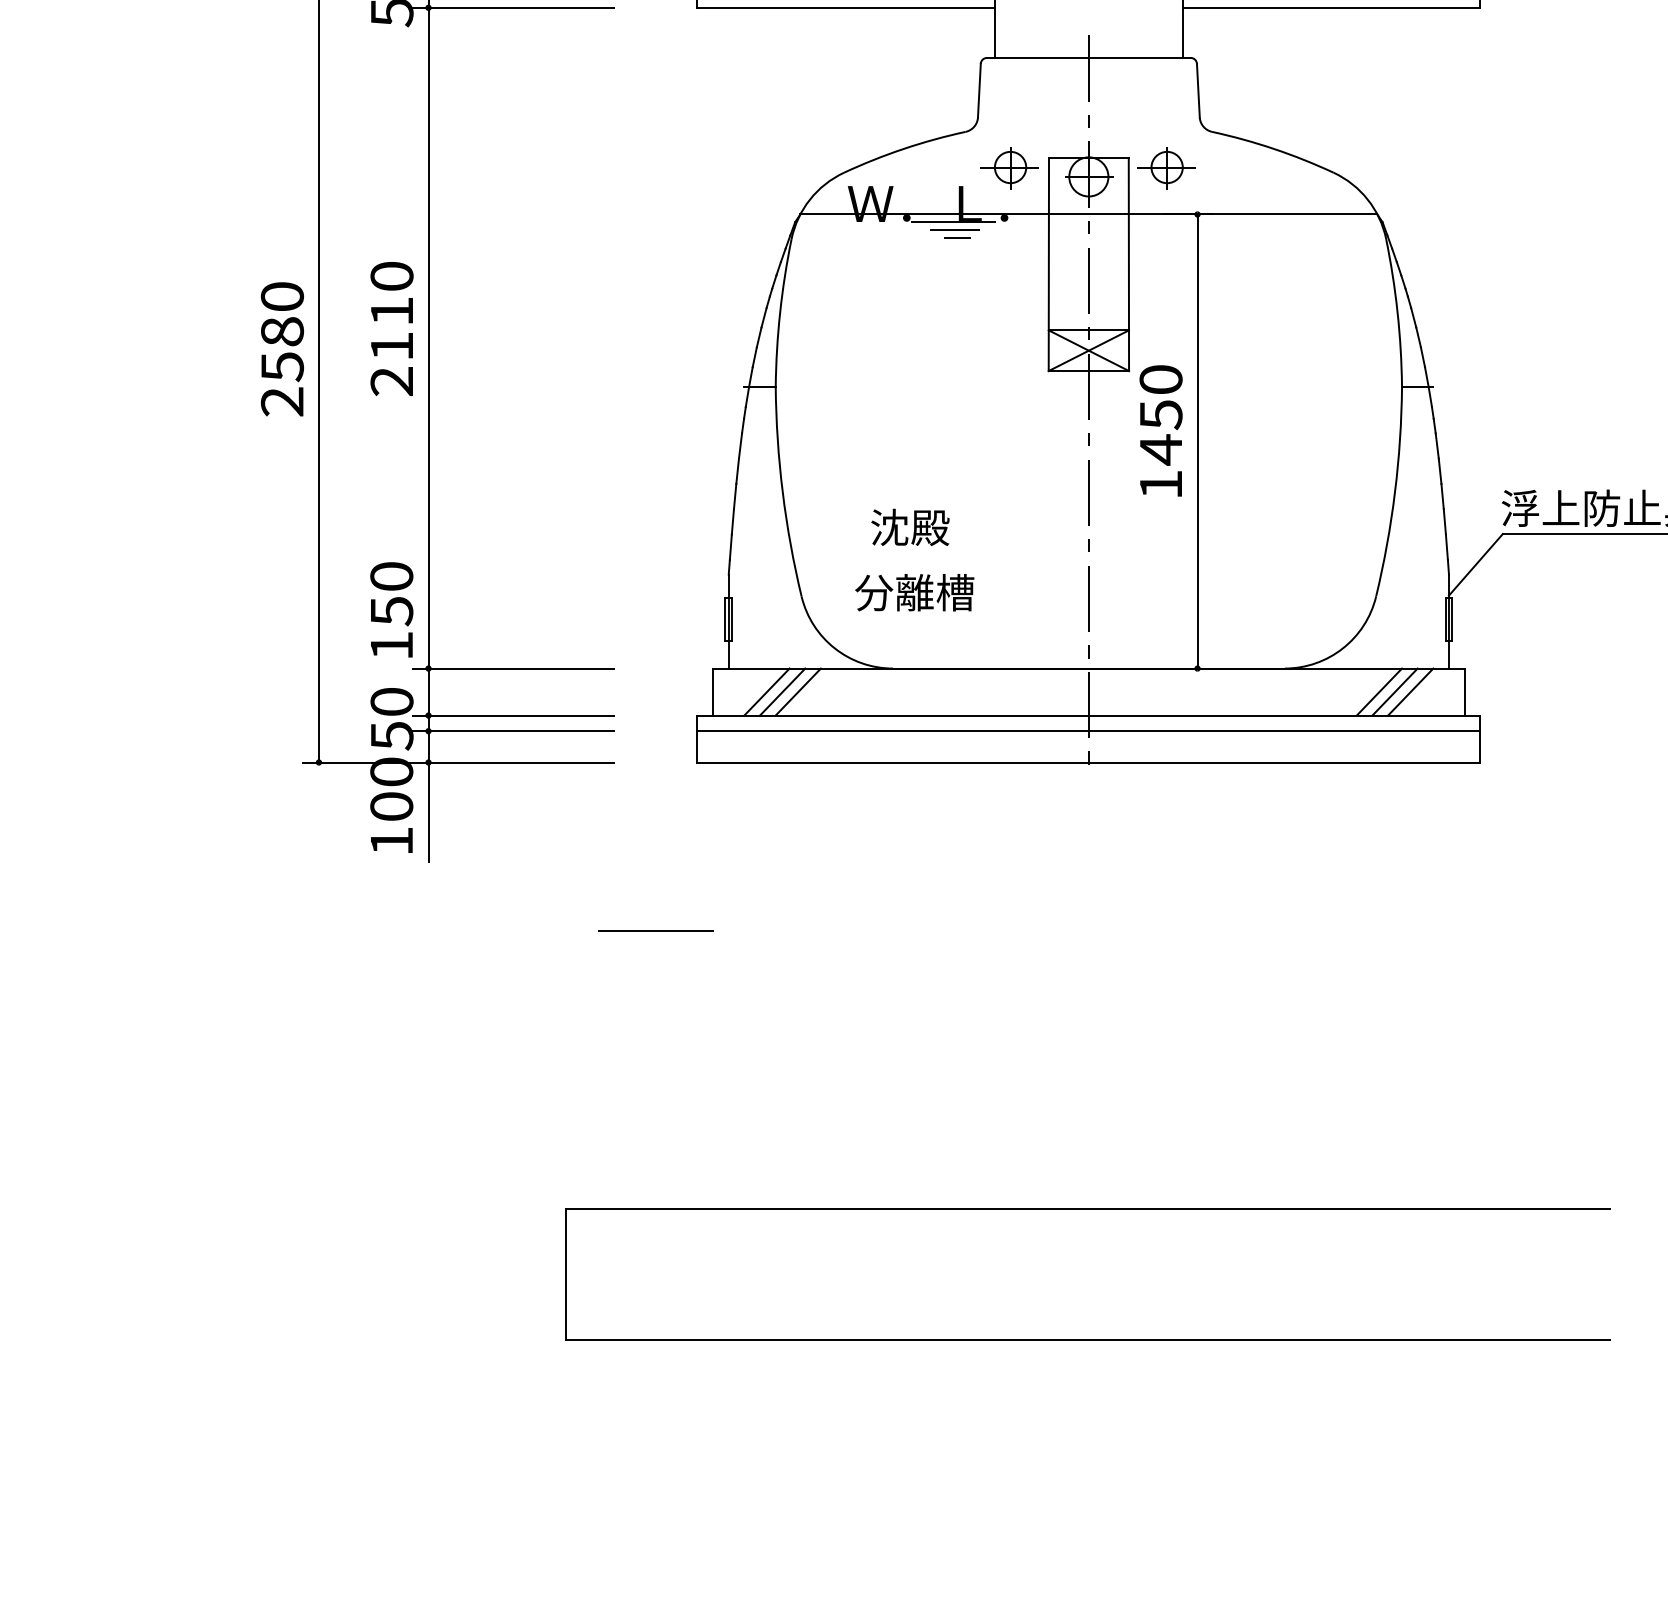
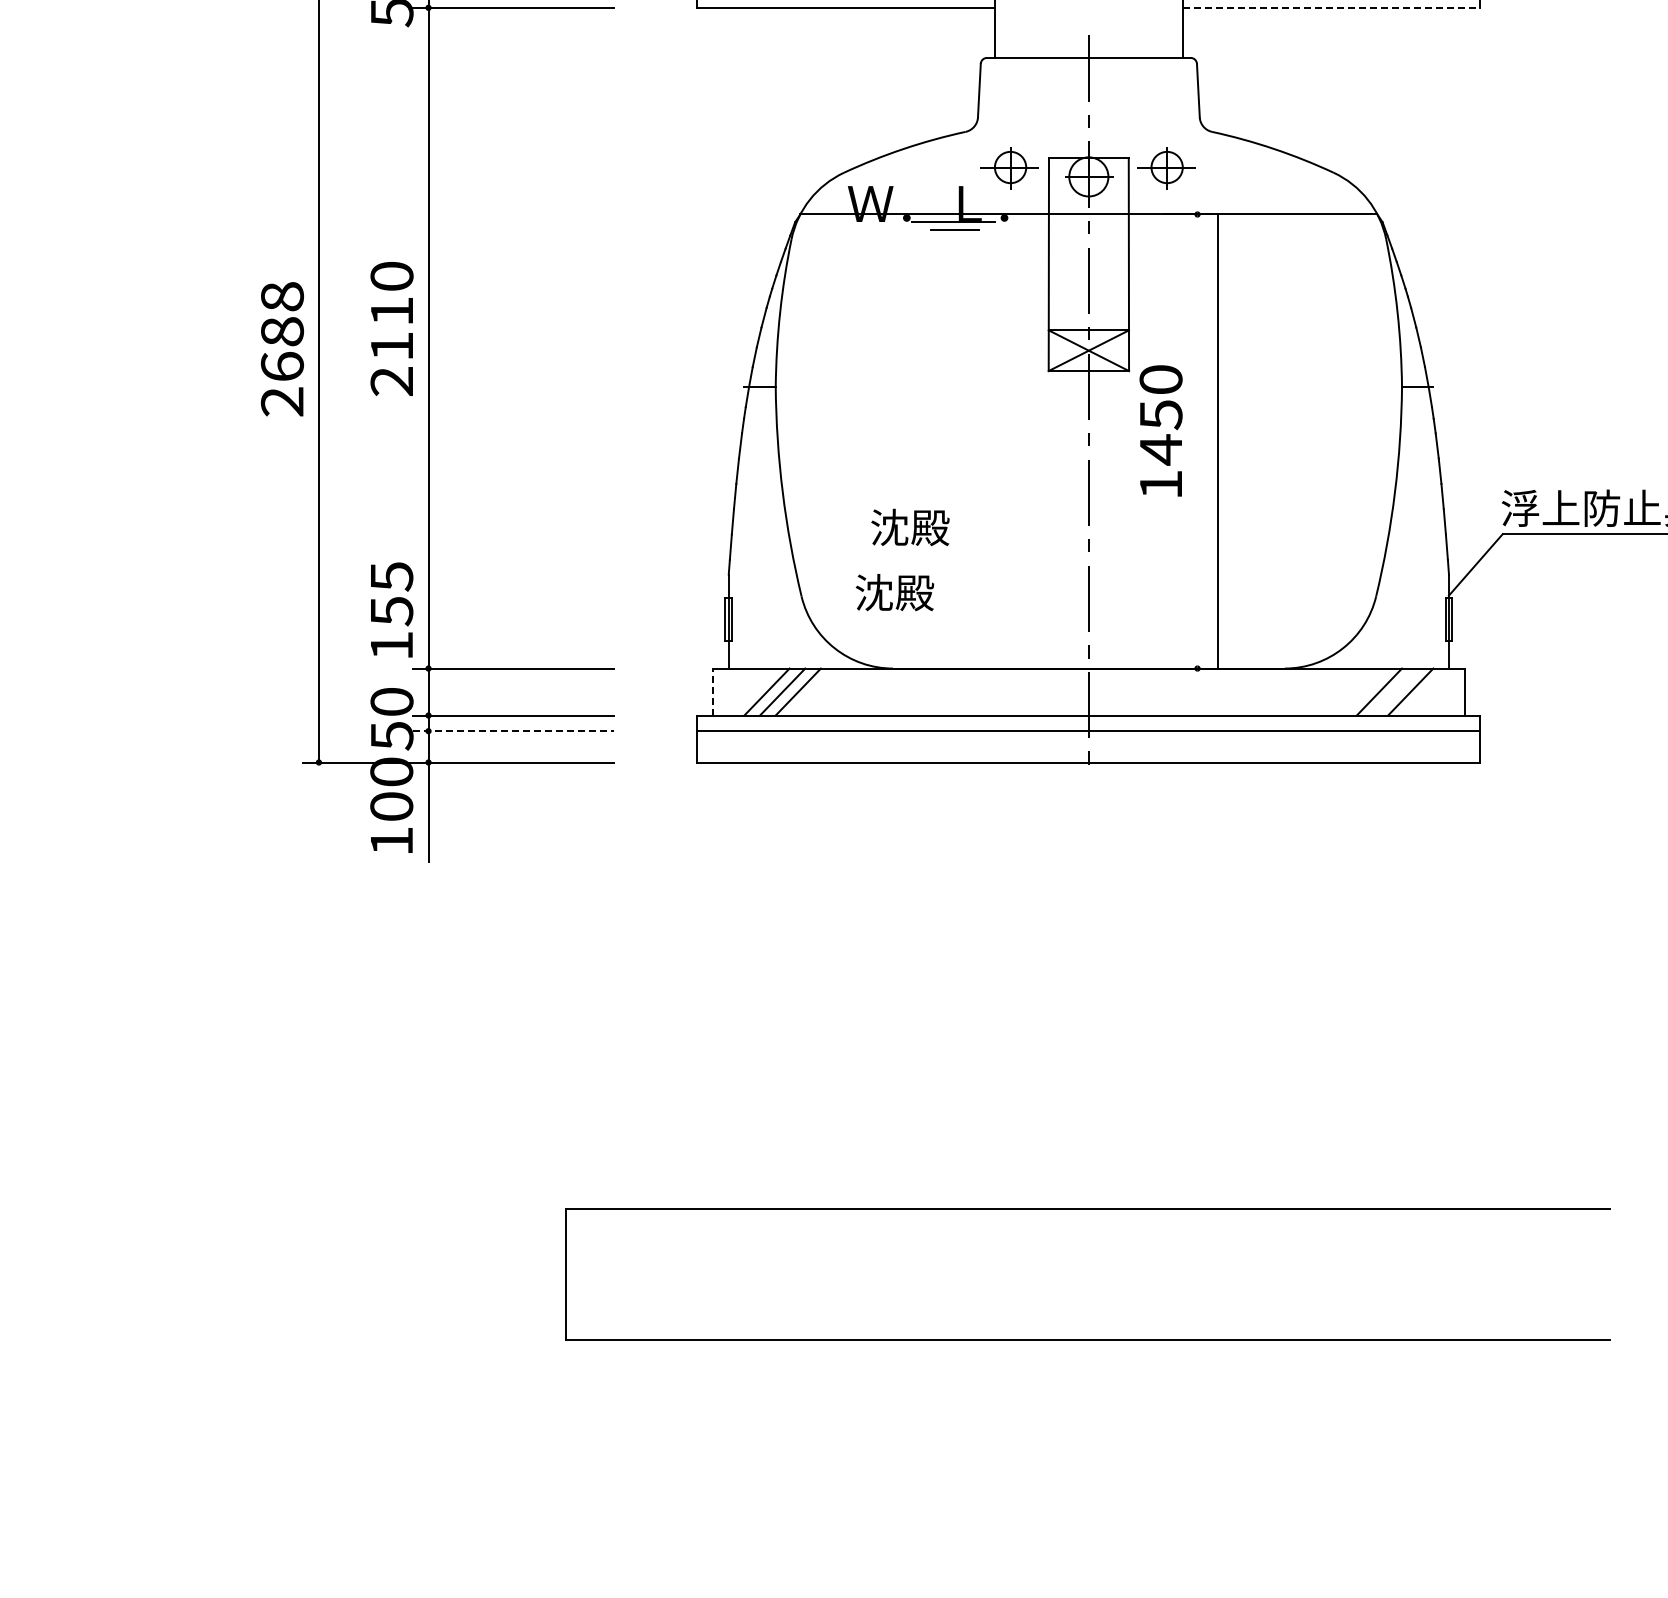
line at (1331, 7): solid -> dashed
line at (957, 237): present -> none
text at (282, 332): 2580 -> 2688
line at (1197, 441) position: (1197, 441) -> (1217, 441)
text at (391, 576): 150 -> 155
text at (914, 592): 分離槽 -> 沈殿
line at (713, 691): solid -> dashed
line at (1394, 691): present -> none
line at (513, 731): solid -> dashed
line at (655, 931): present -> none
